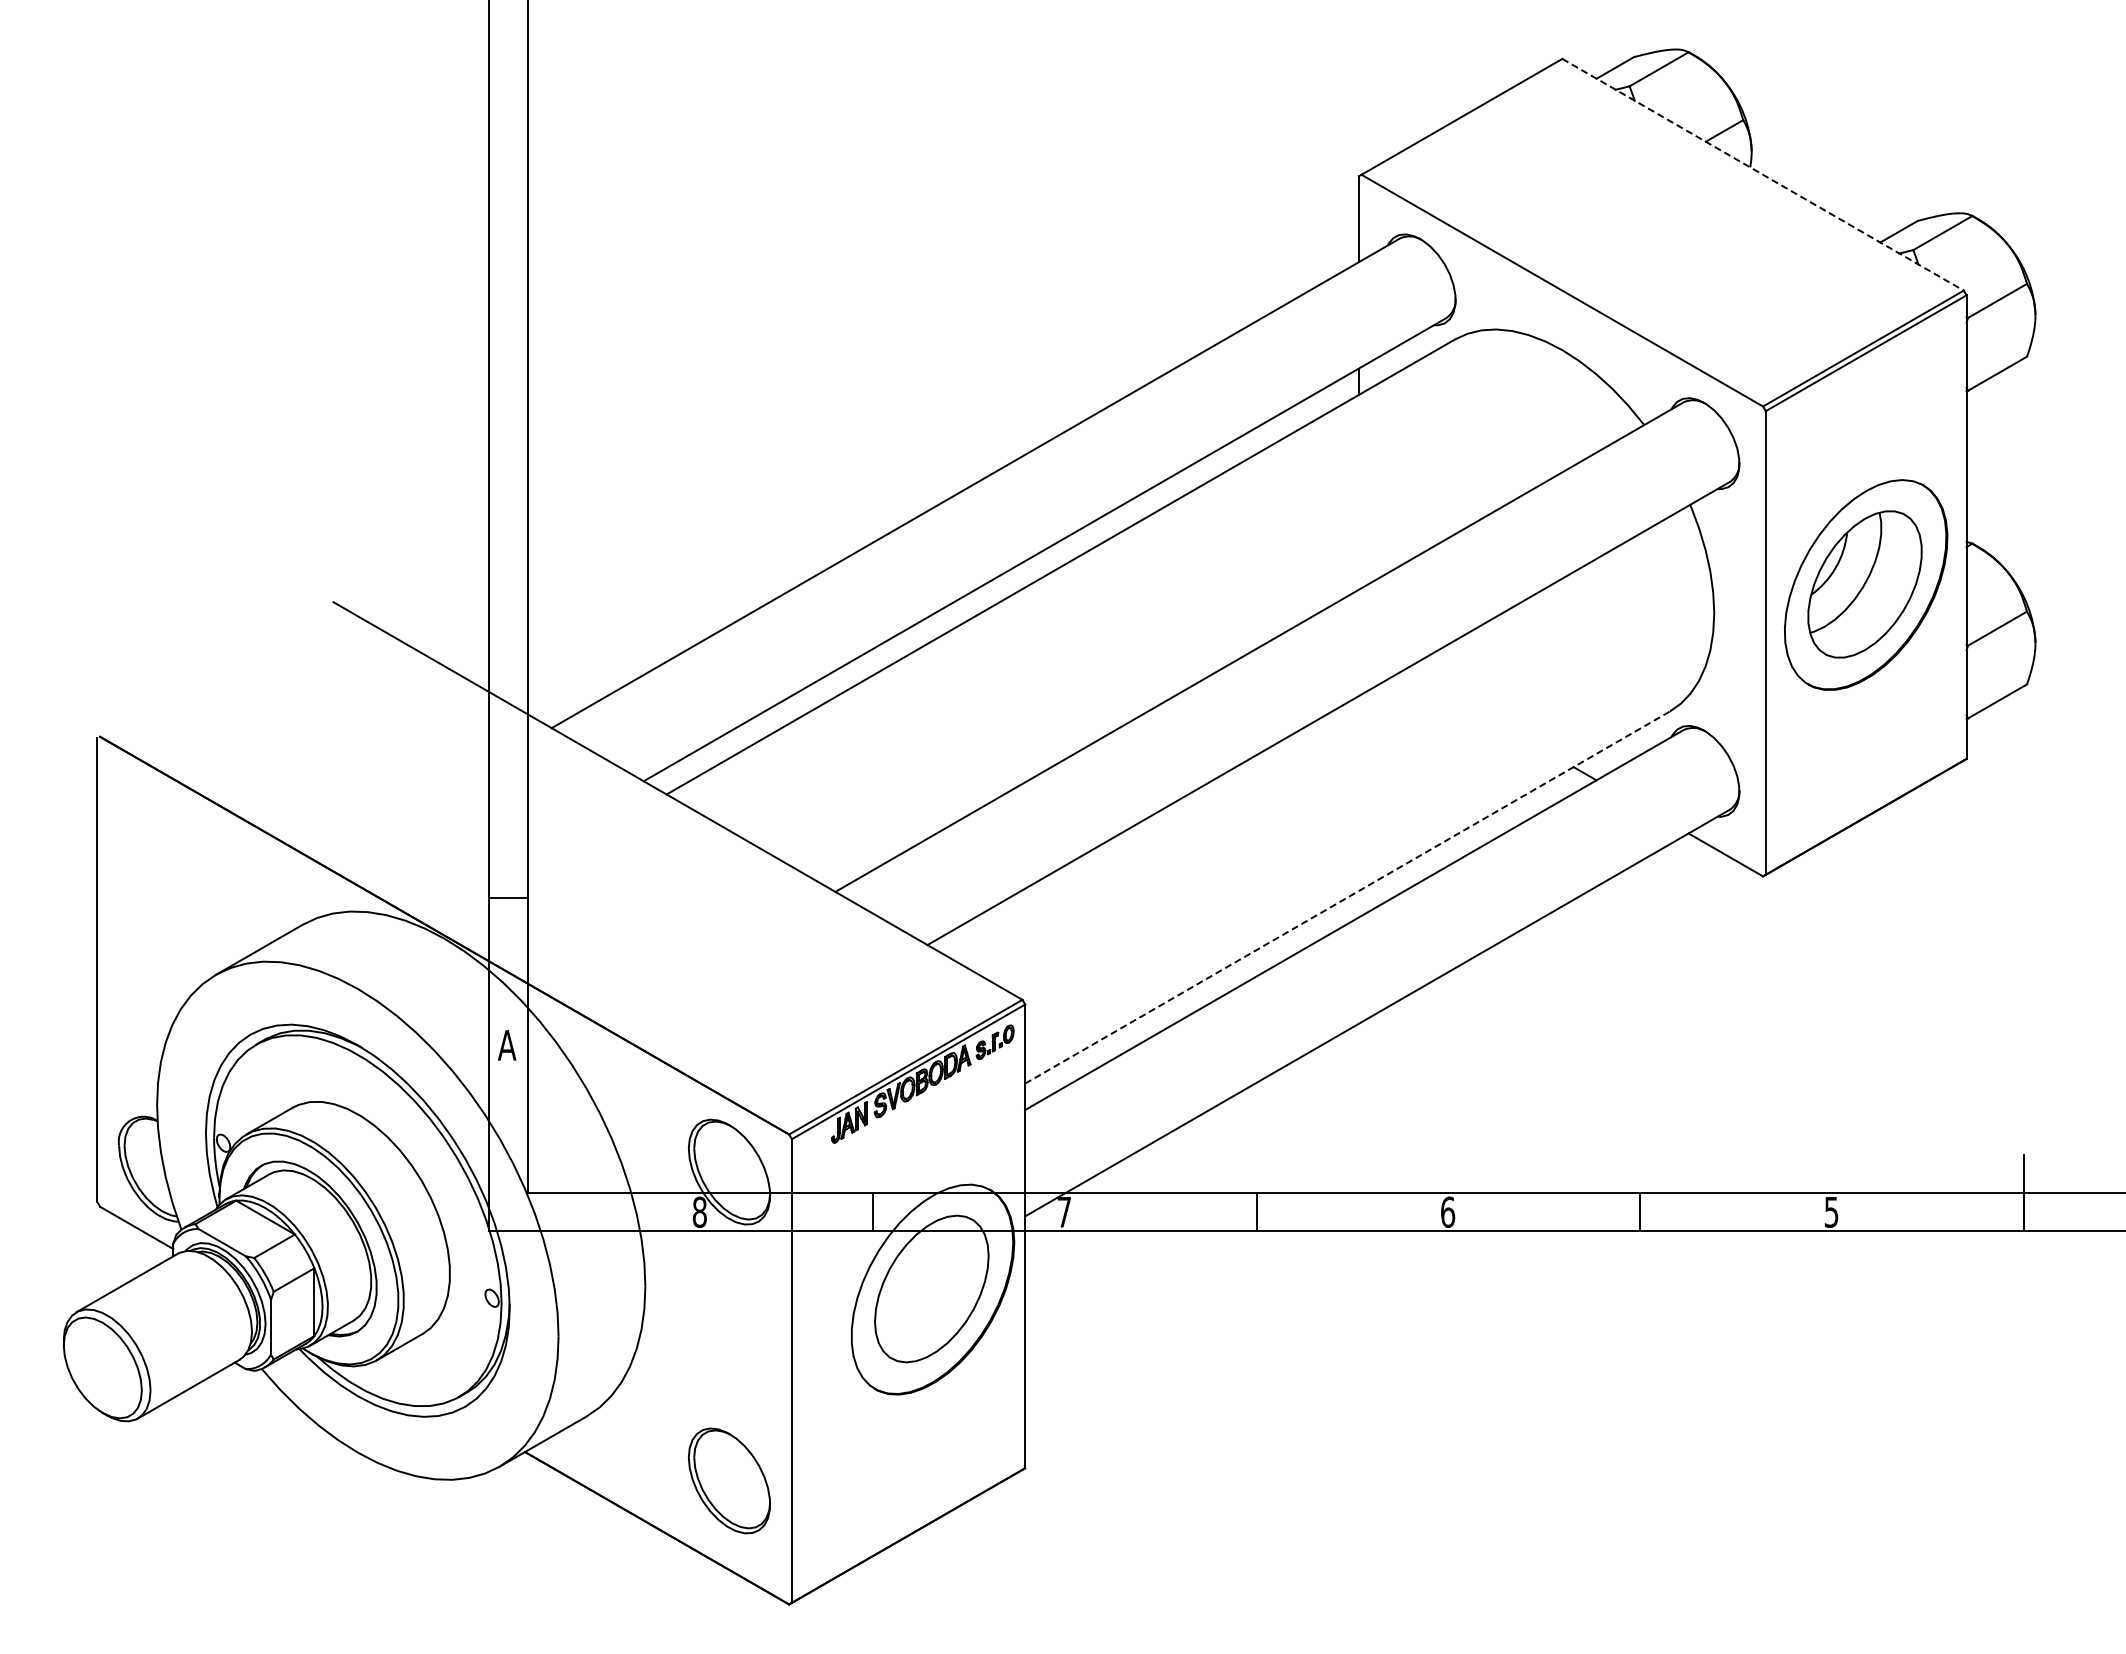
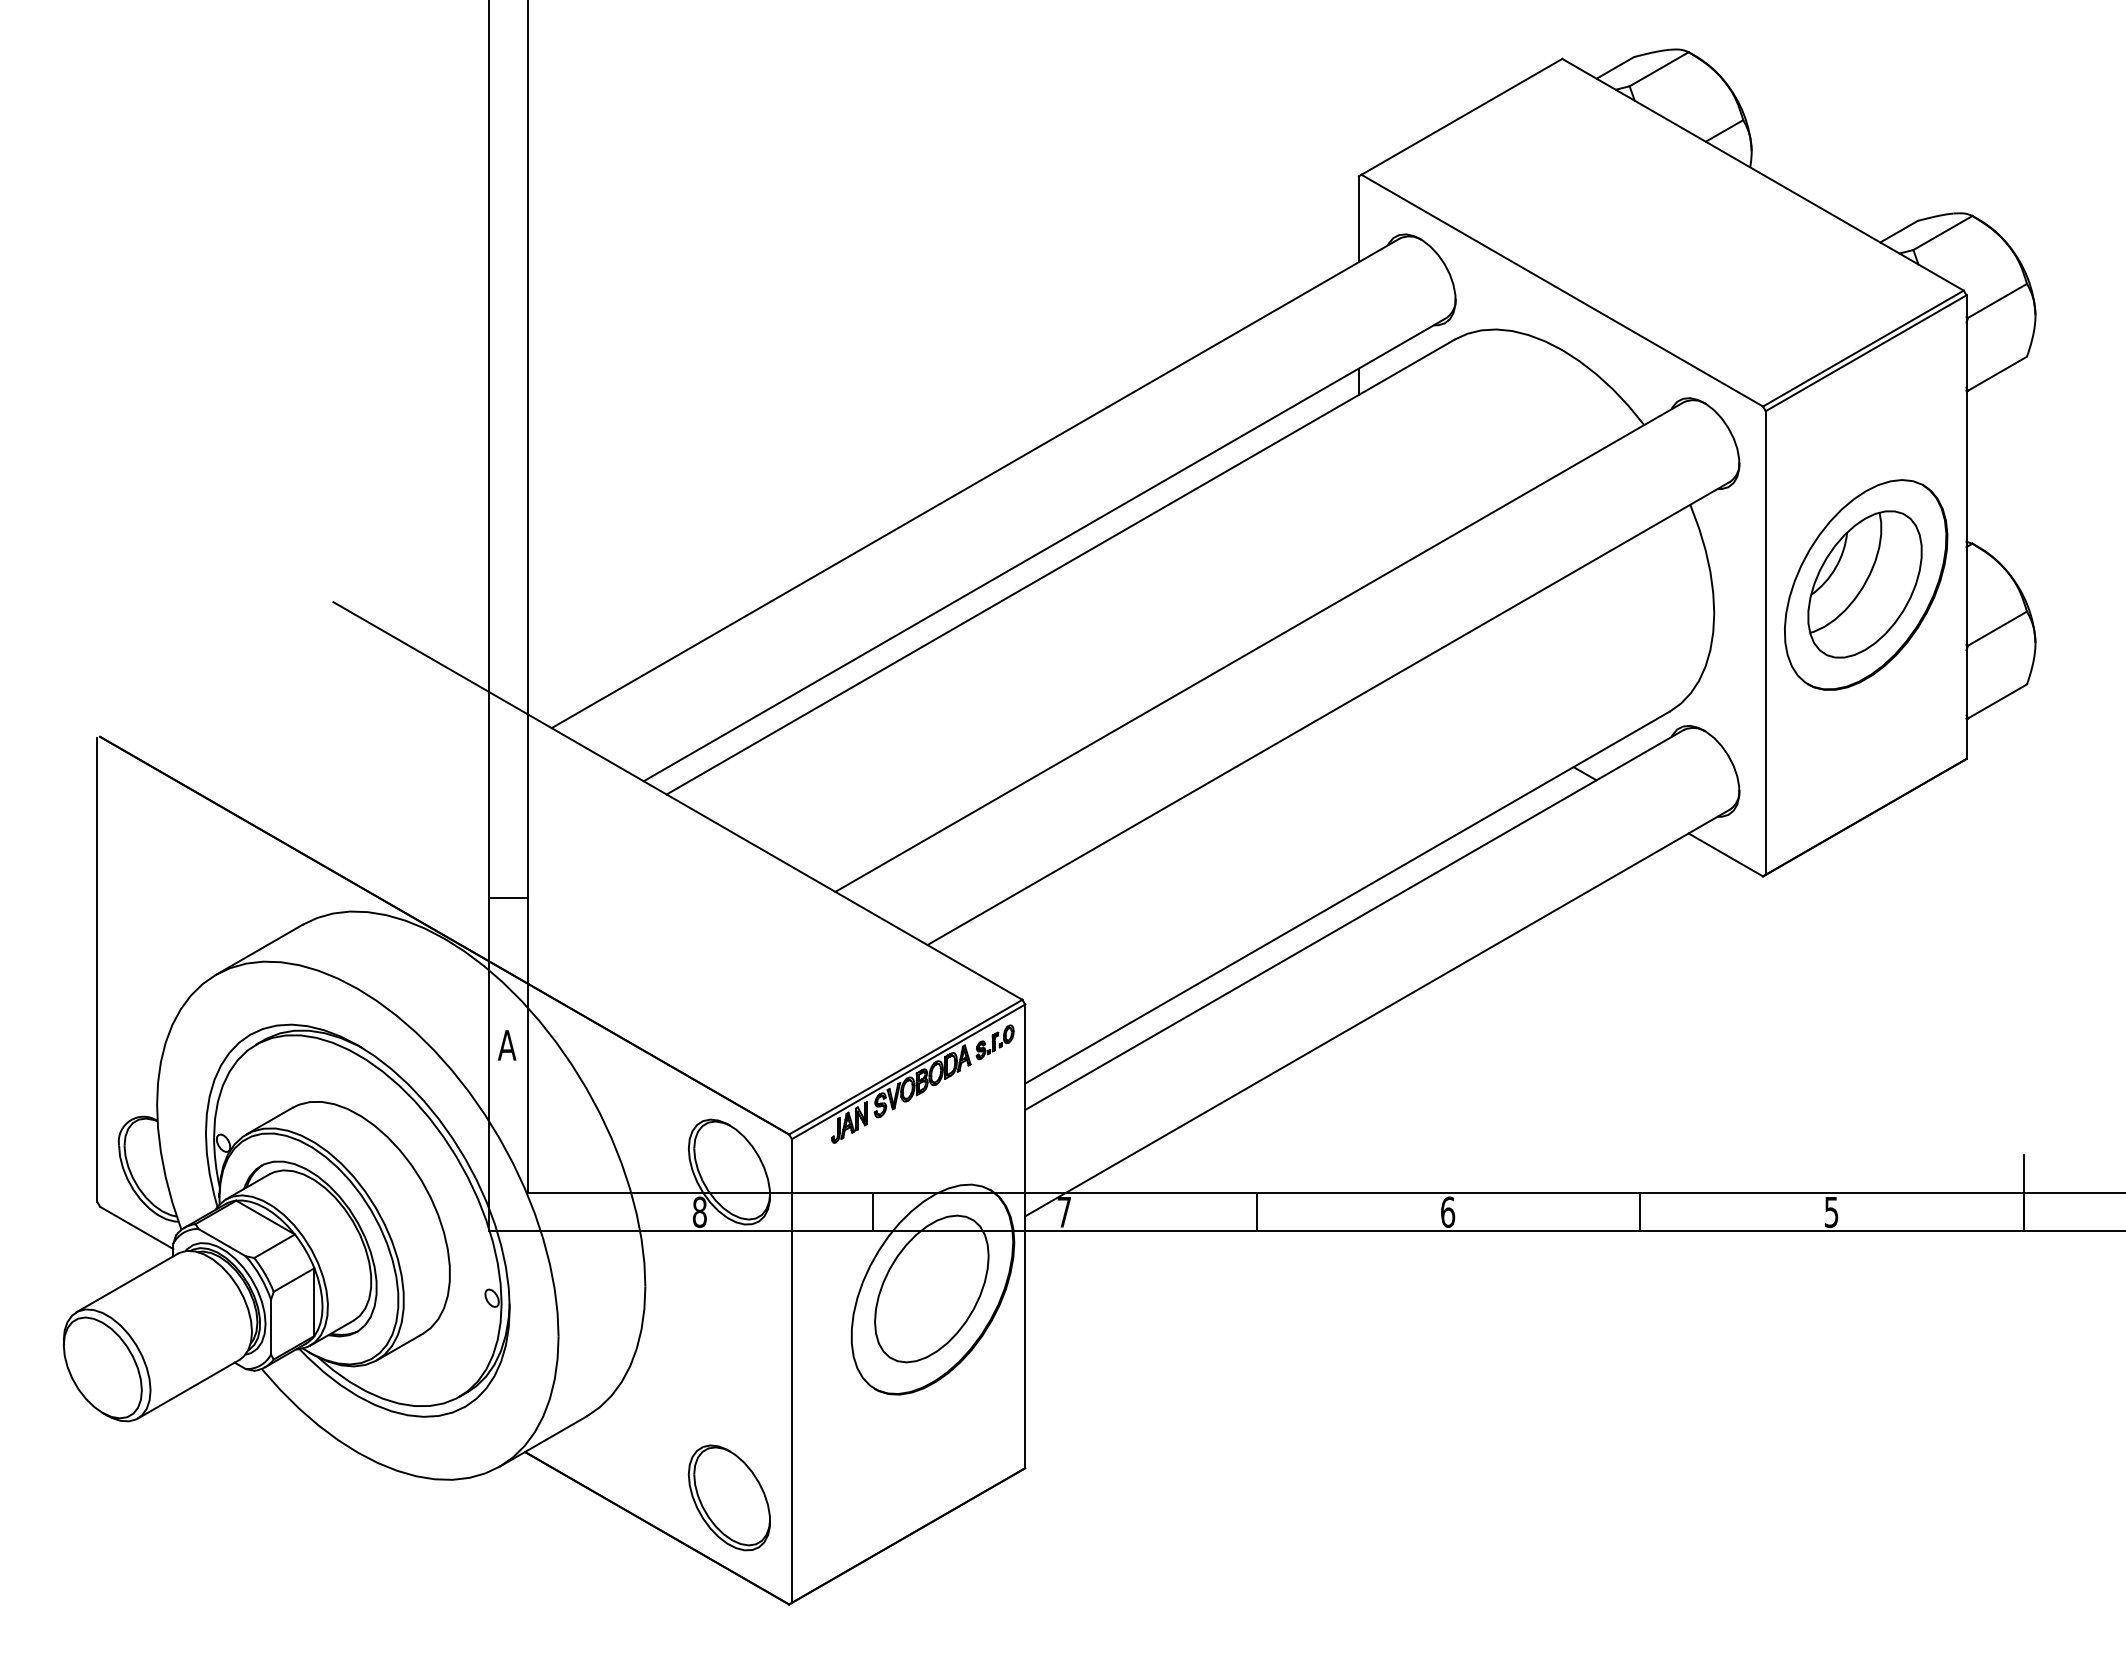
line at (1763, 174): dashed -> solid
line at (1347, 897): dashed -> solid
part at (729, 1480) position: (729, 1480) -> (729, 1497)
